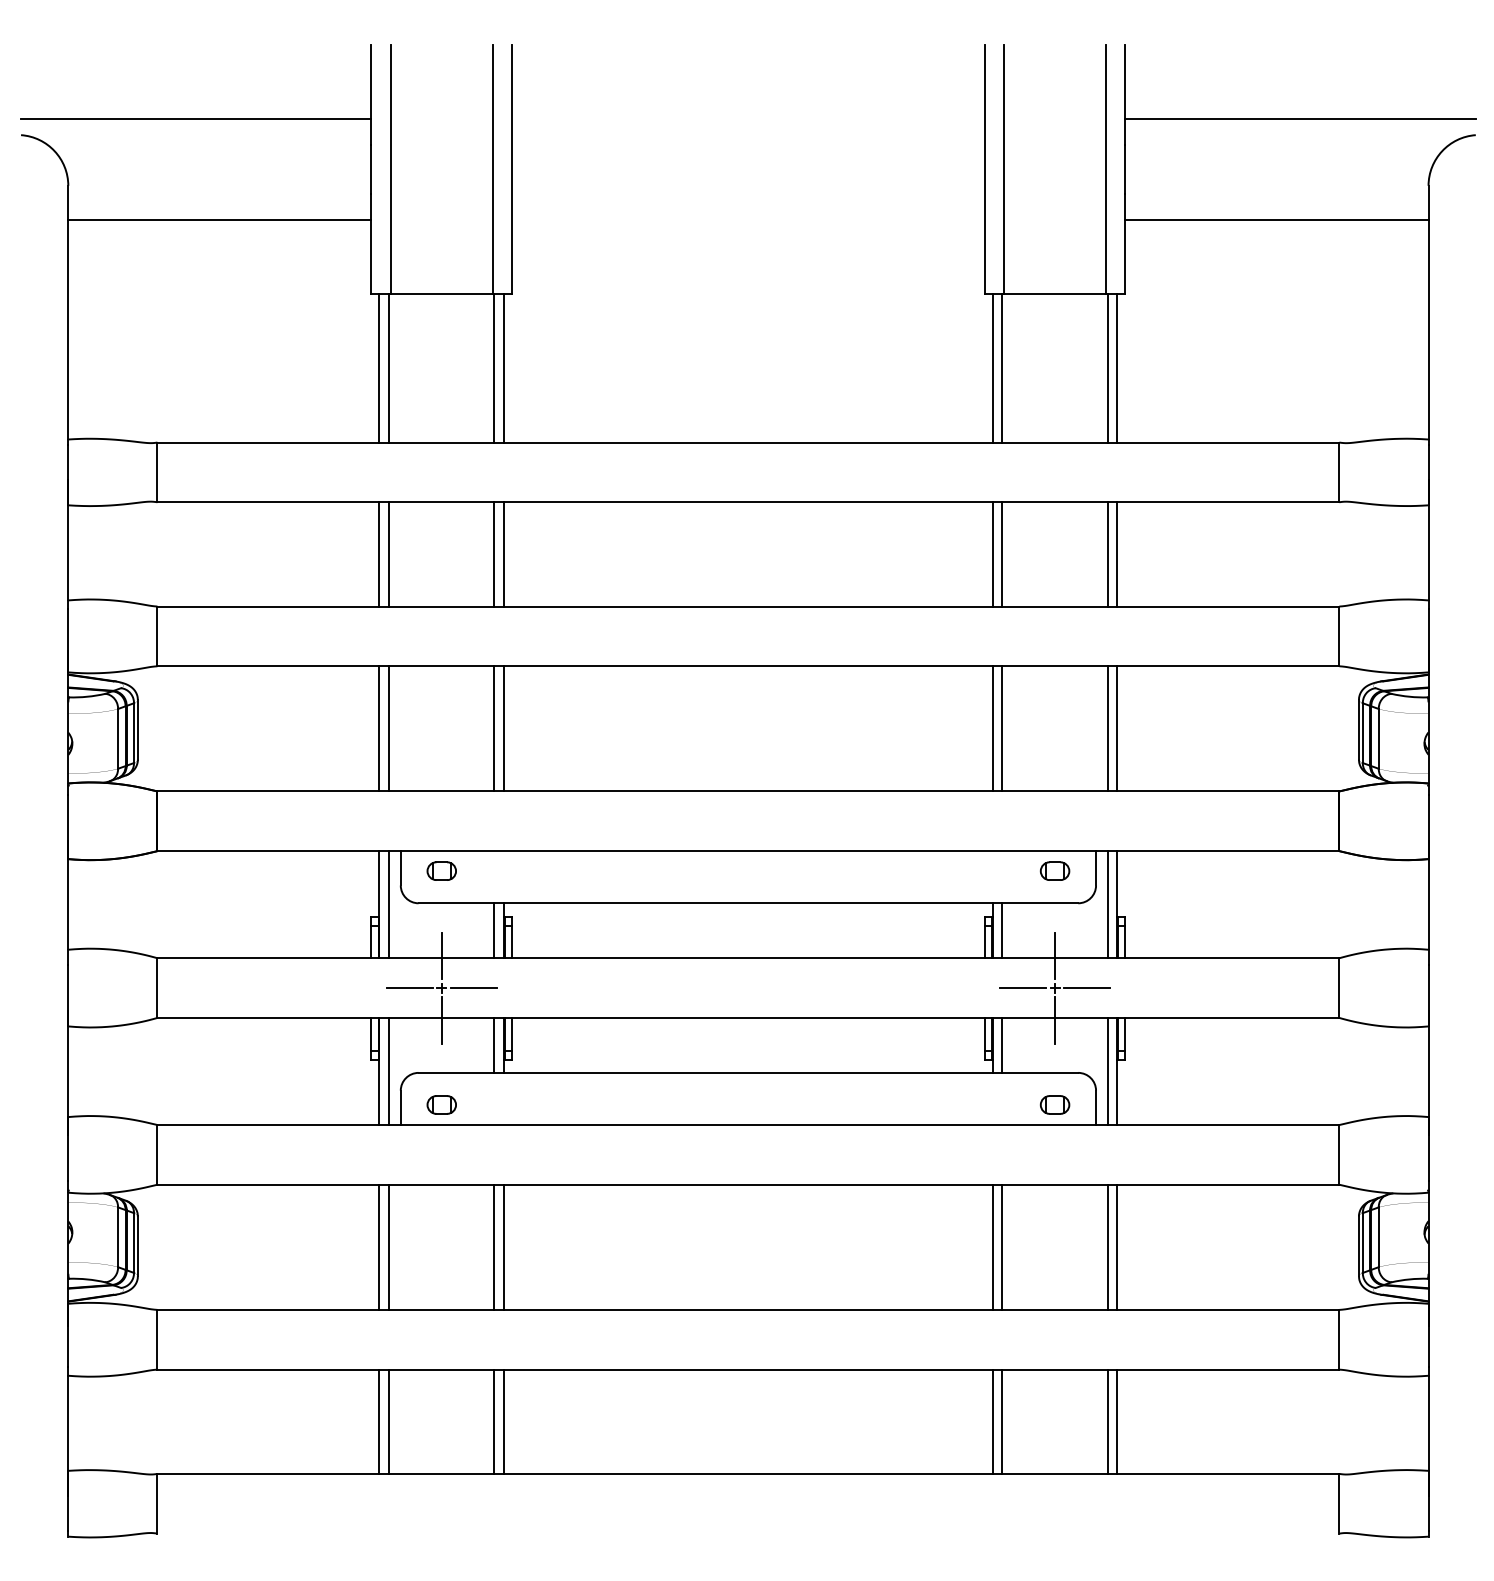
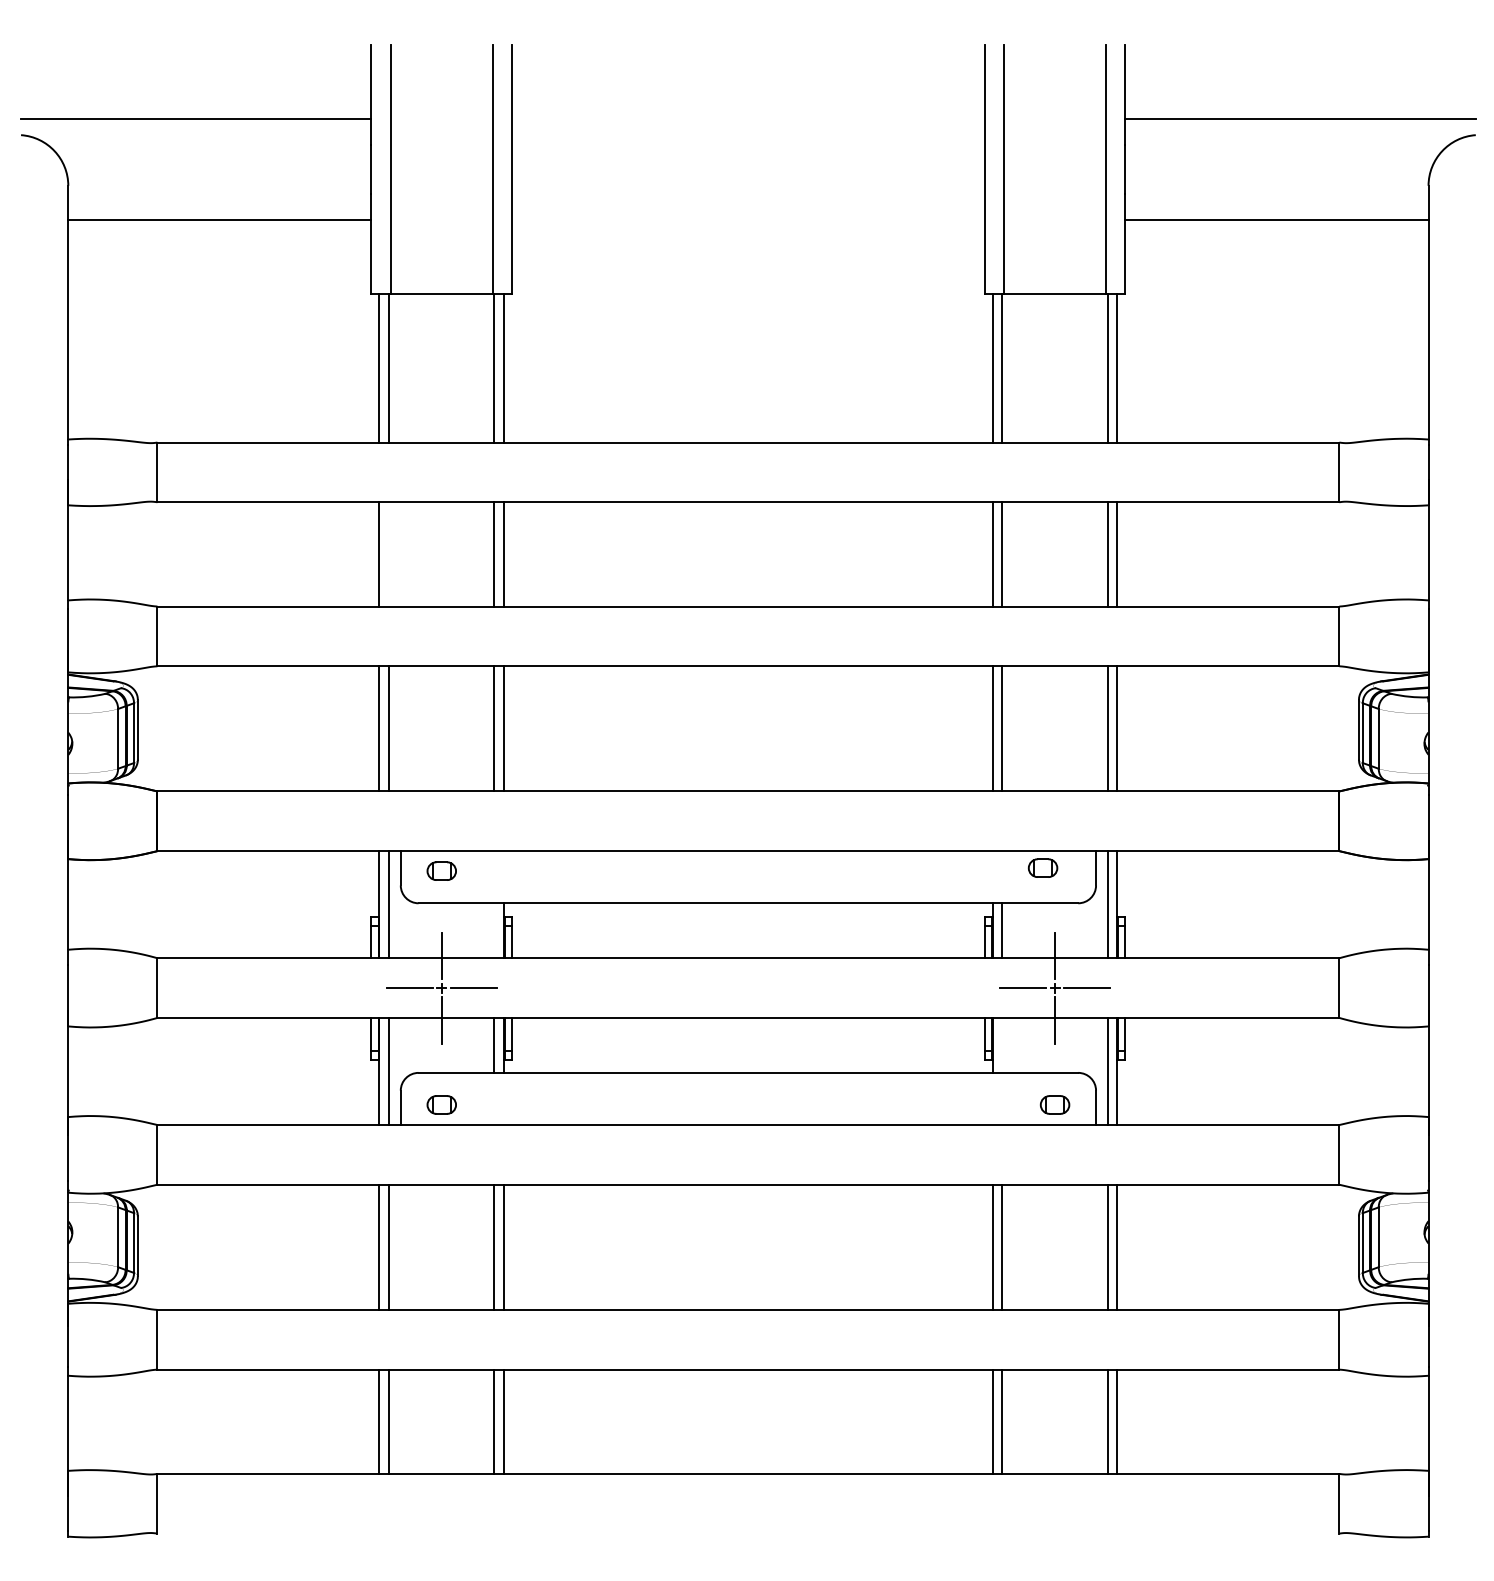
line at (389, 554): present -> none
part at (1054, 870) position: (1054, 870) -> (1042, 867)
line at (494, 930): present -> none
line at (1002, 1044): present -> none
